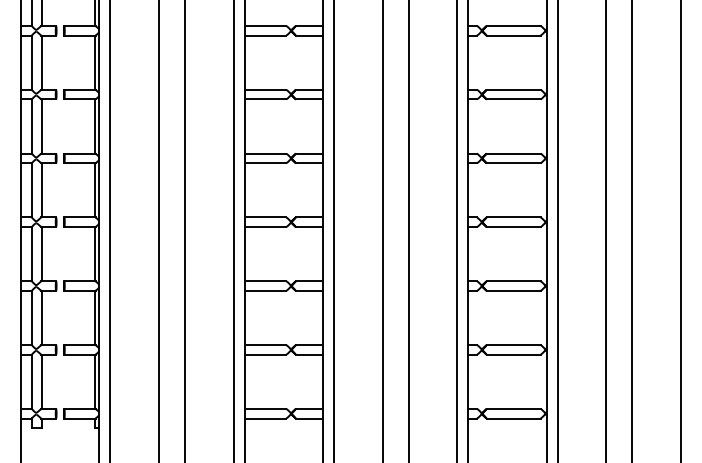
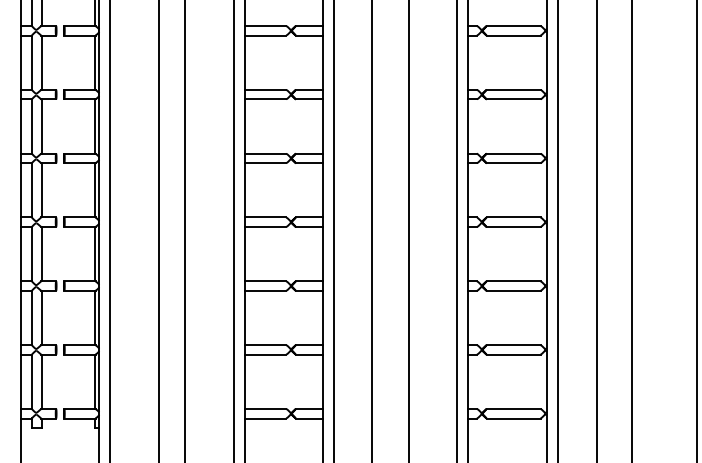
line at (382, 230) position: (382, 230) -> (371, 230)
line at (606, 230) position: (606, 230) -> (597, 230)
line at (680, 230) position: (680, 230) -> (696, 230)
